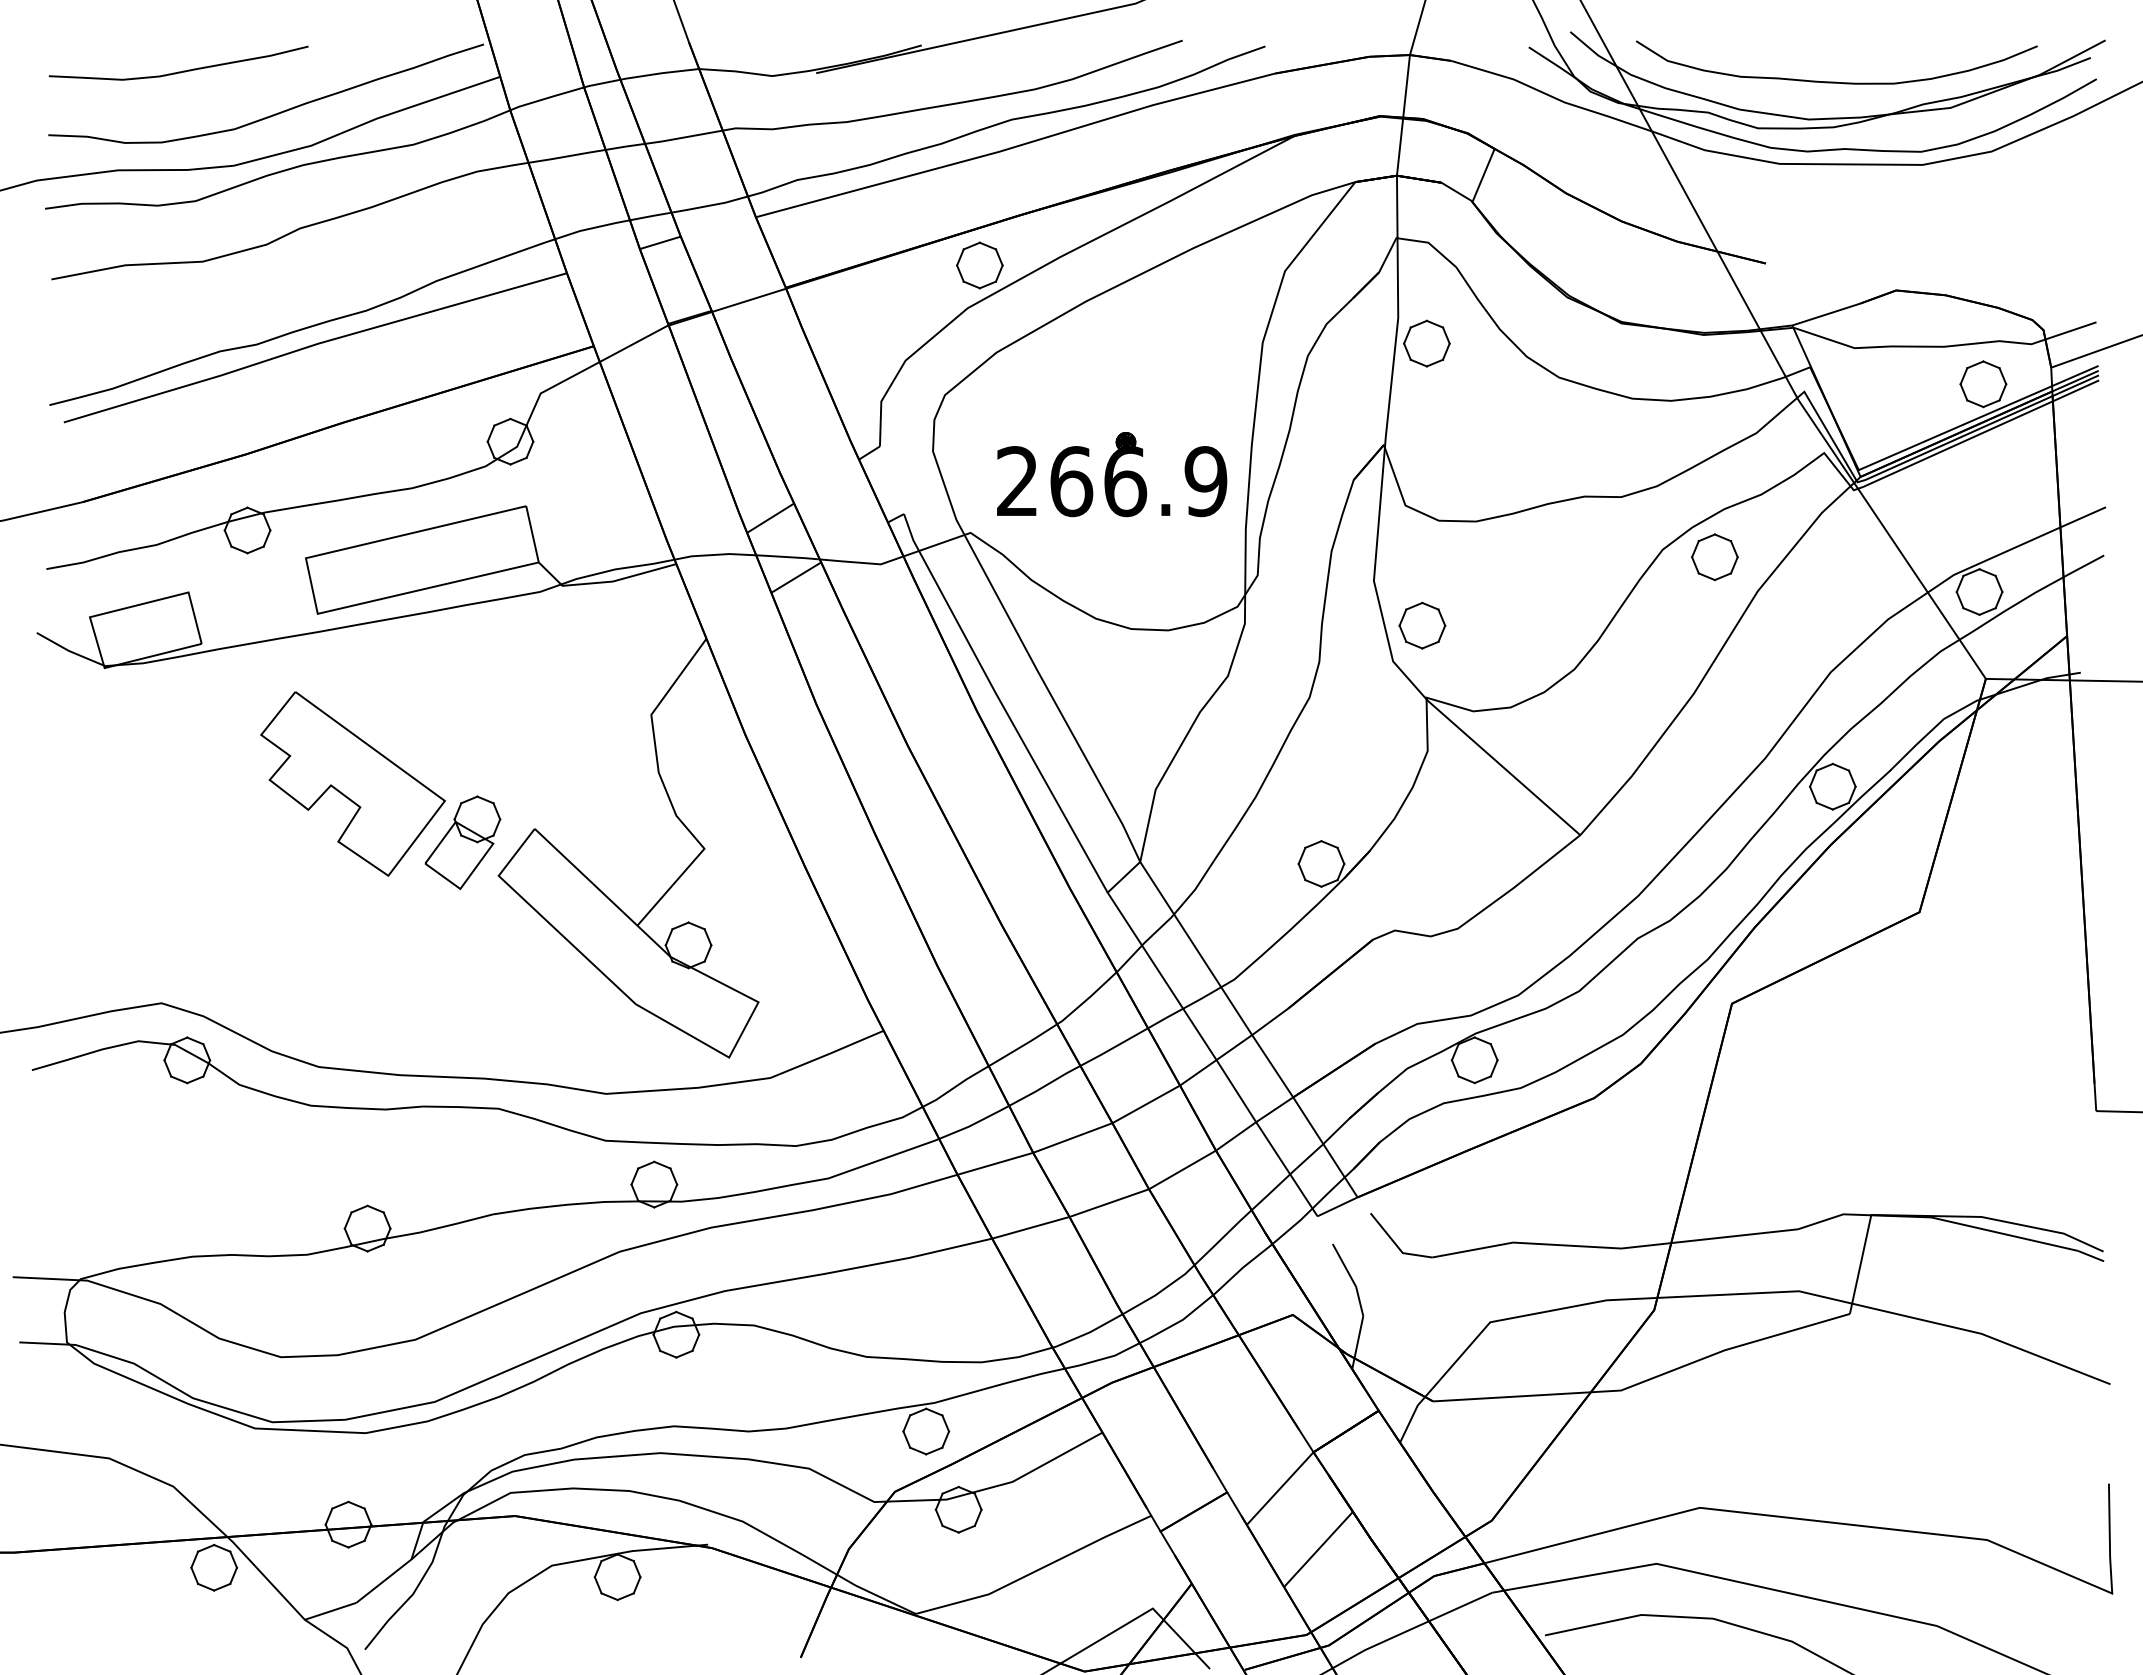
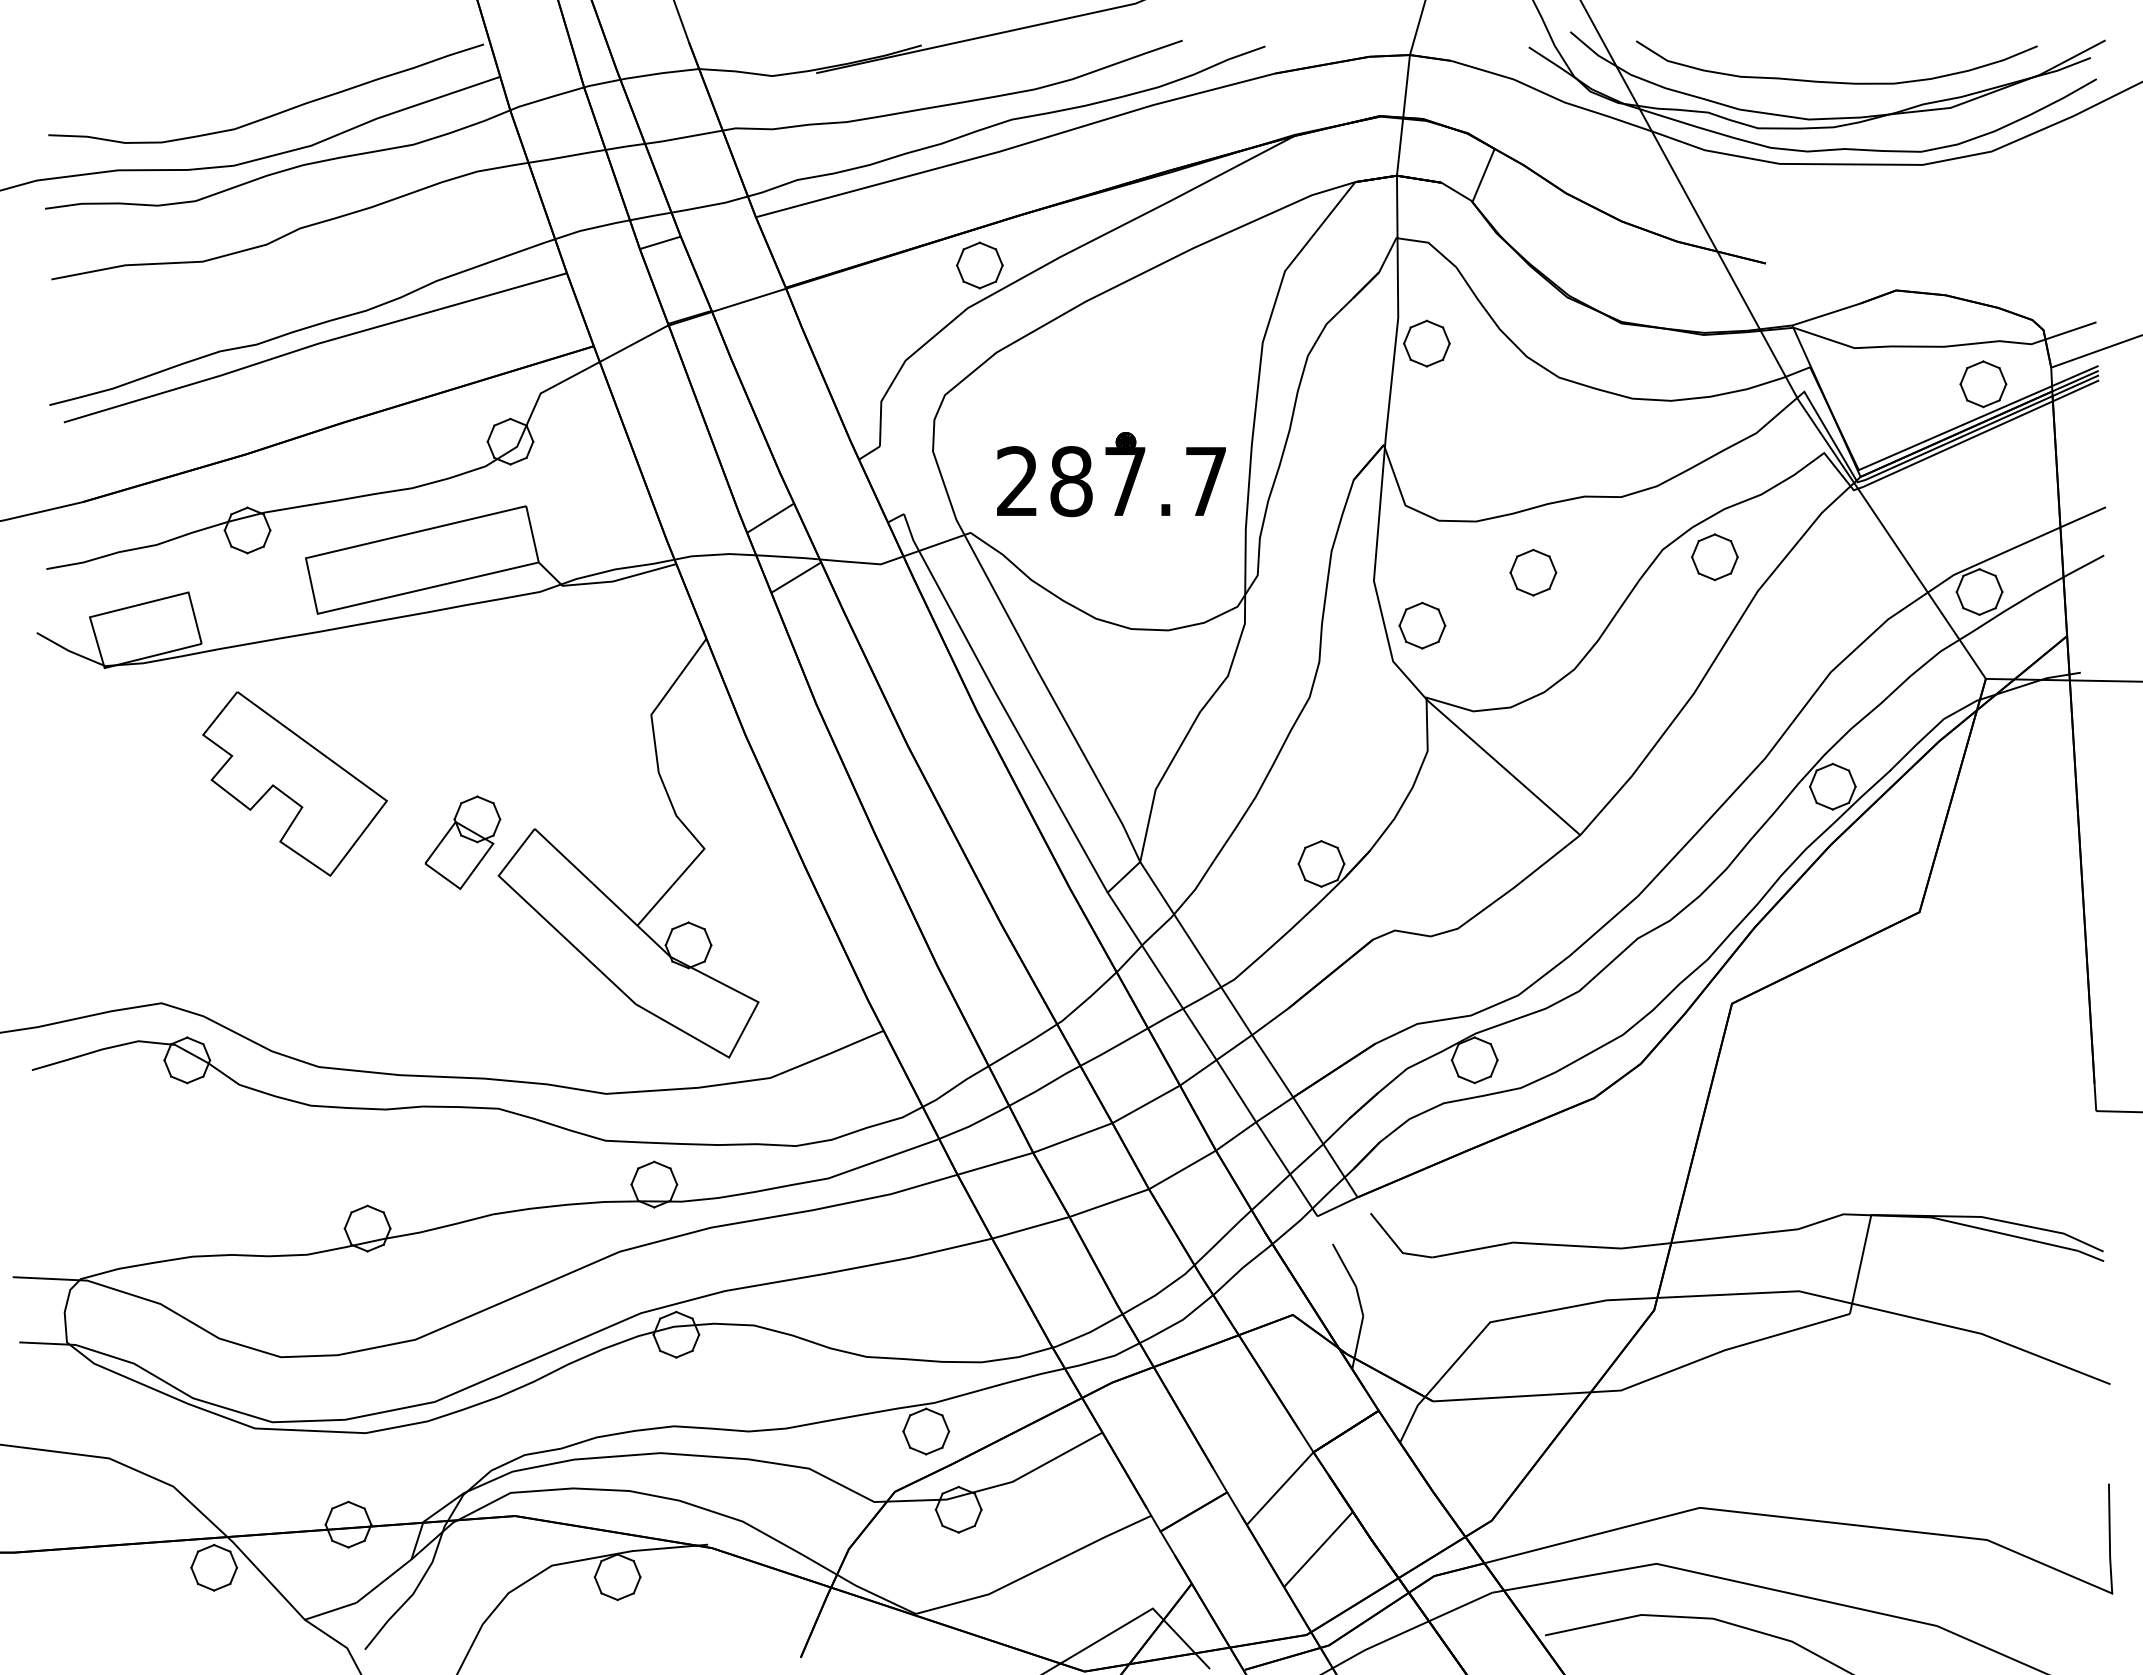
curve at (178, 71): present -> none
text at (1138, 481): 266.9 -> 287.7
part at (1533, 572): none -> present
part at (352, 783) position: (352, 783) -> (294, 783)
